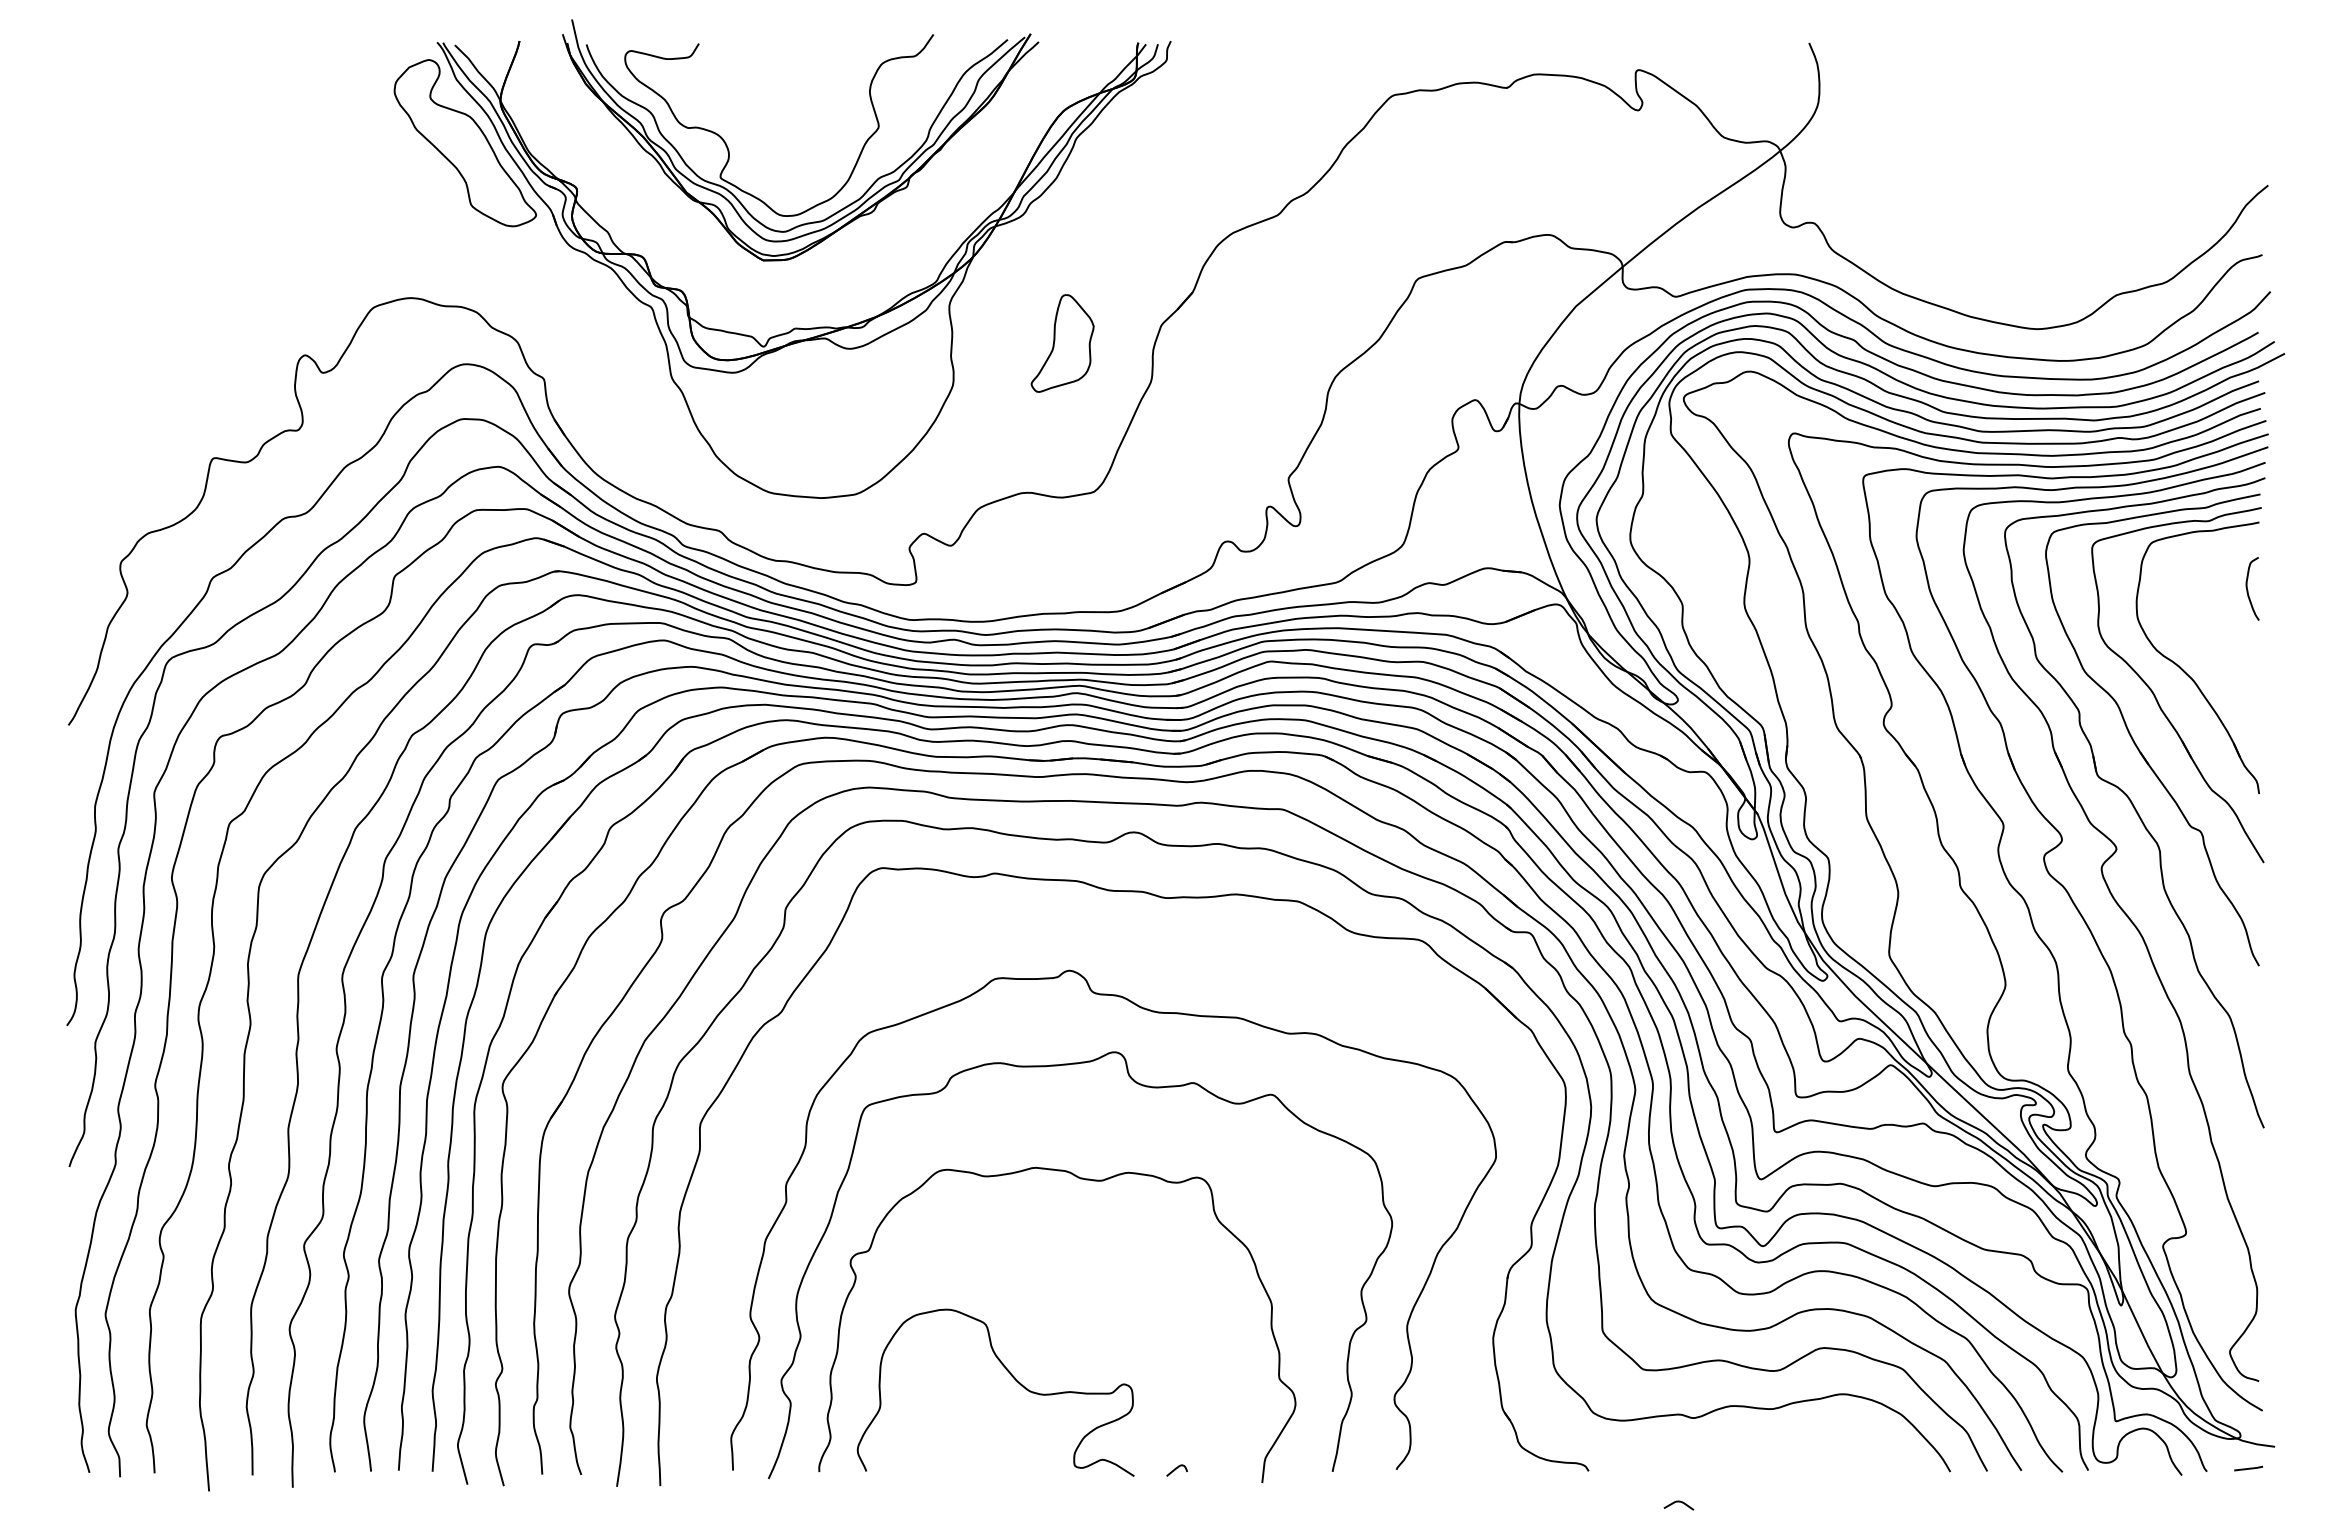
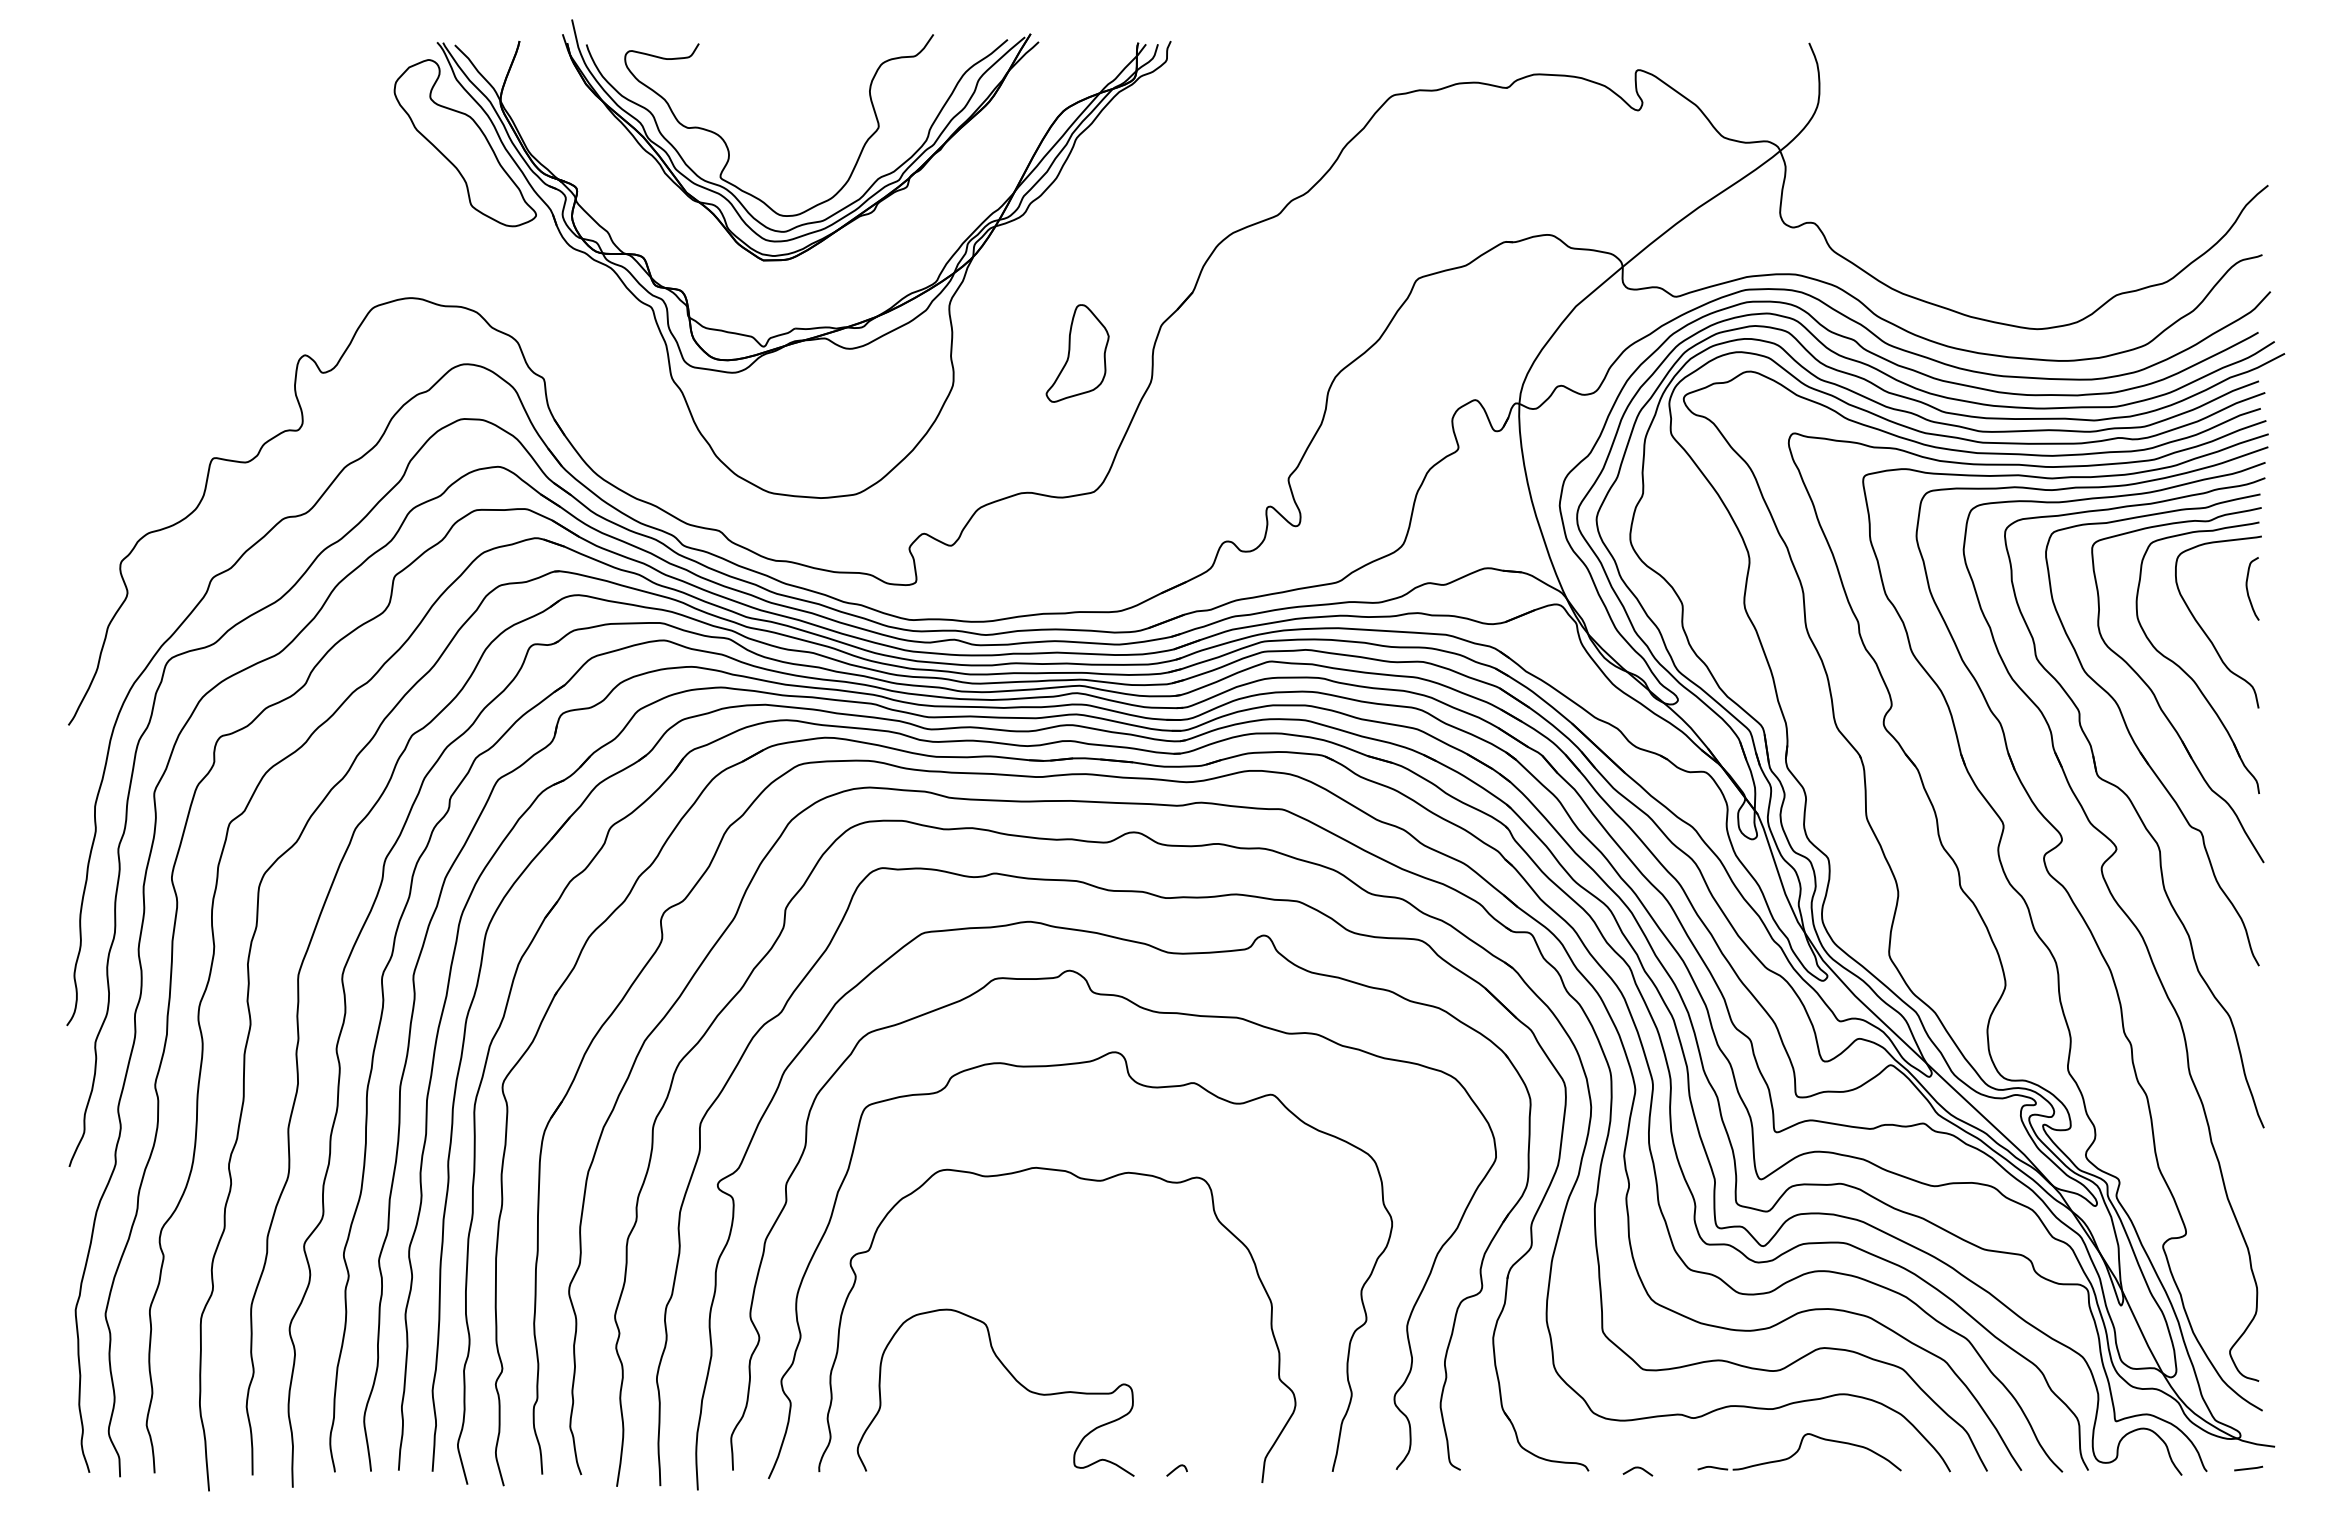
part at (1062, 343) position: (1062, 343) -> (1077, 353)
curve at (2204, 630): none -> present
part at (1167, 953): none -> present
part at (1799, 1452): none -> present
curve at (1678, 1502) position: (1678, 1502) -> (1637, 1468)
